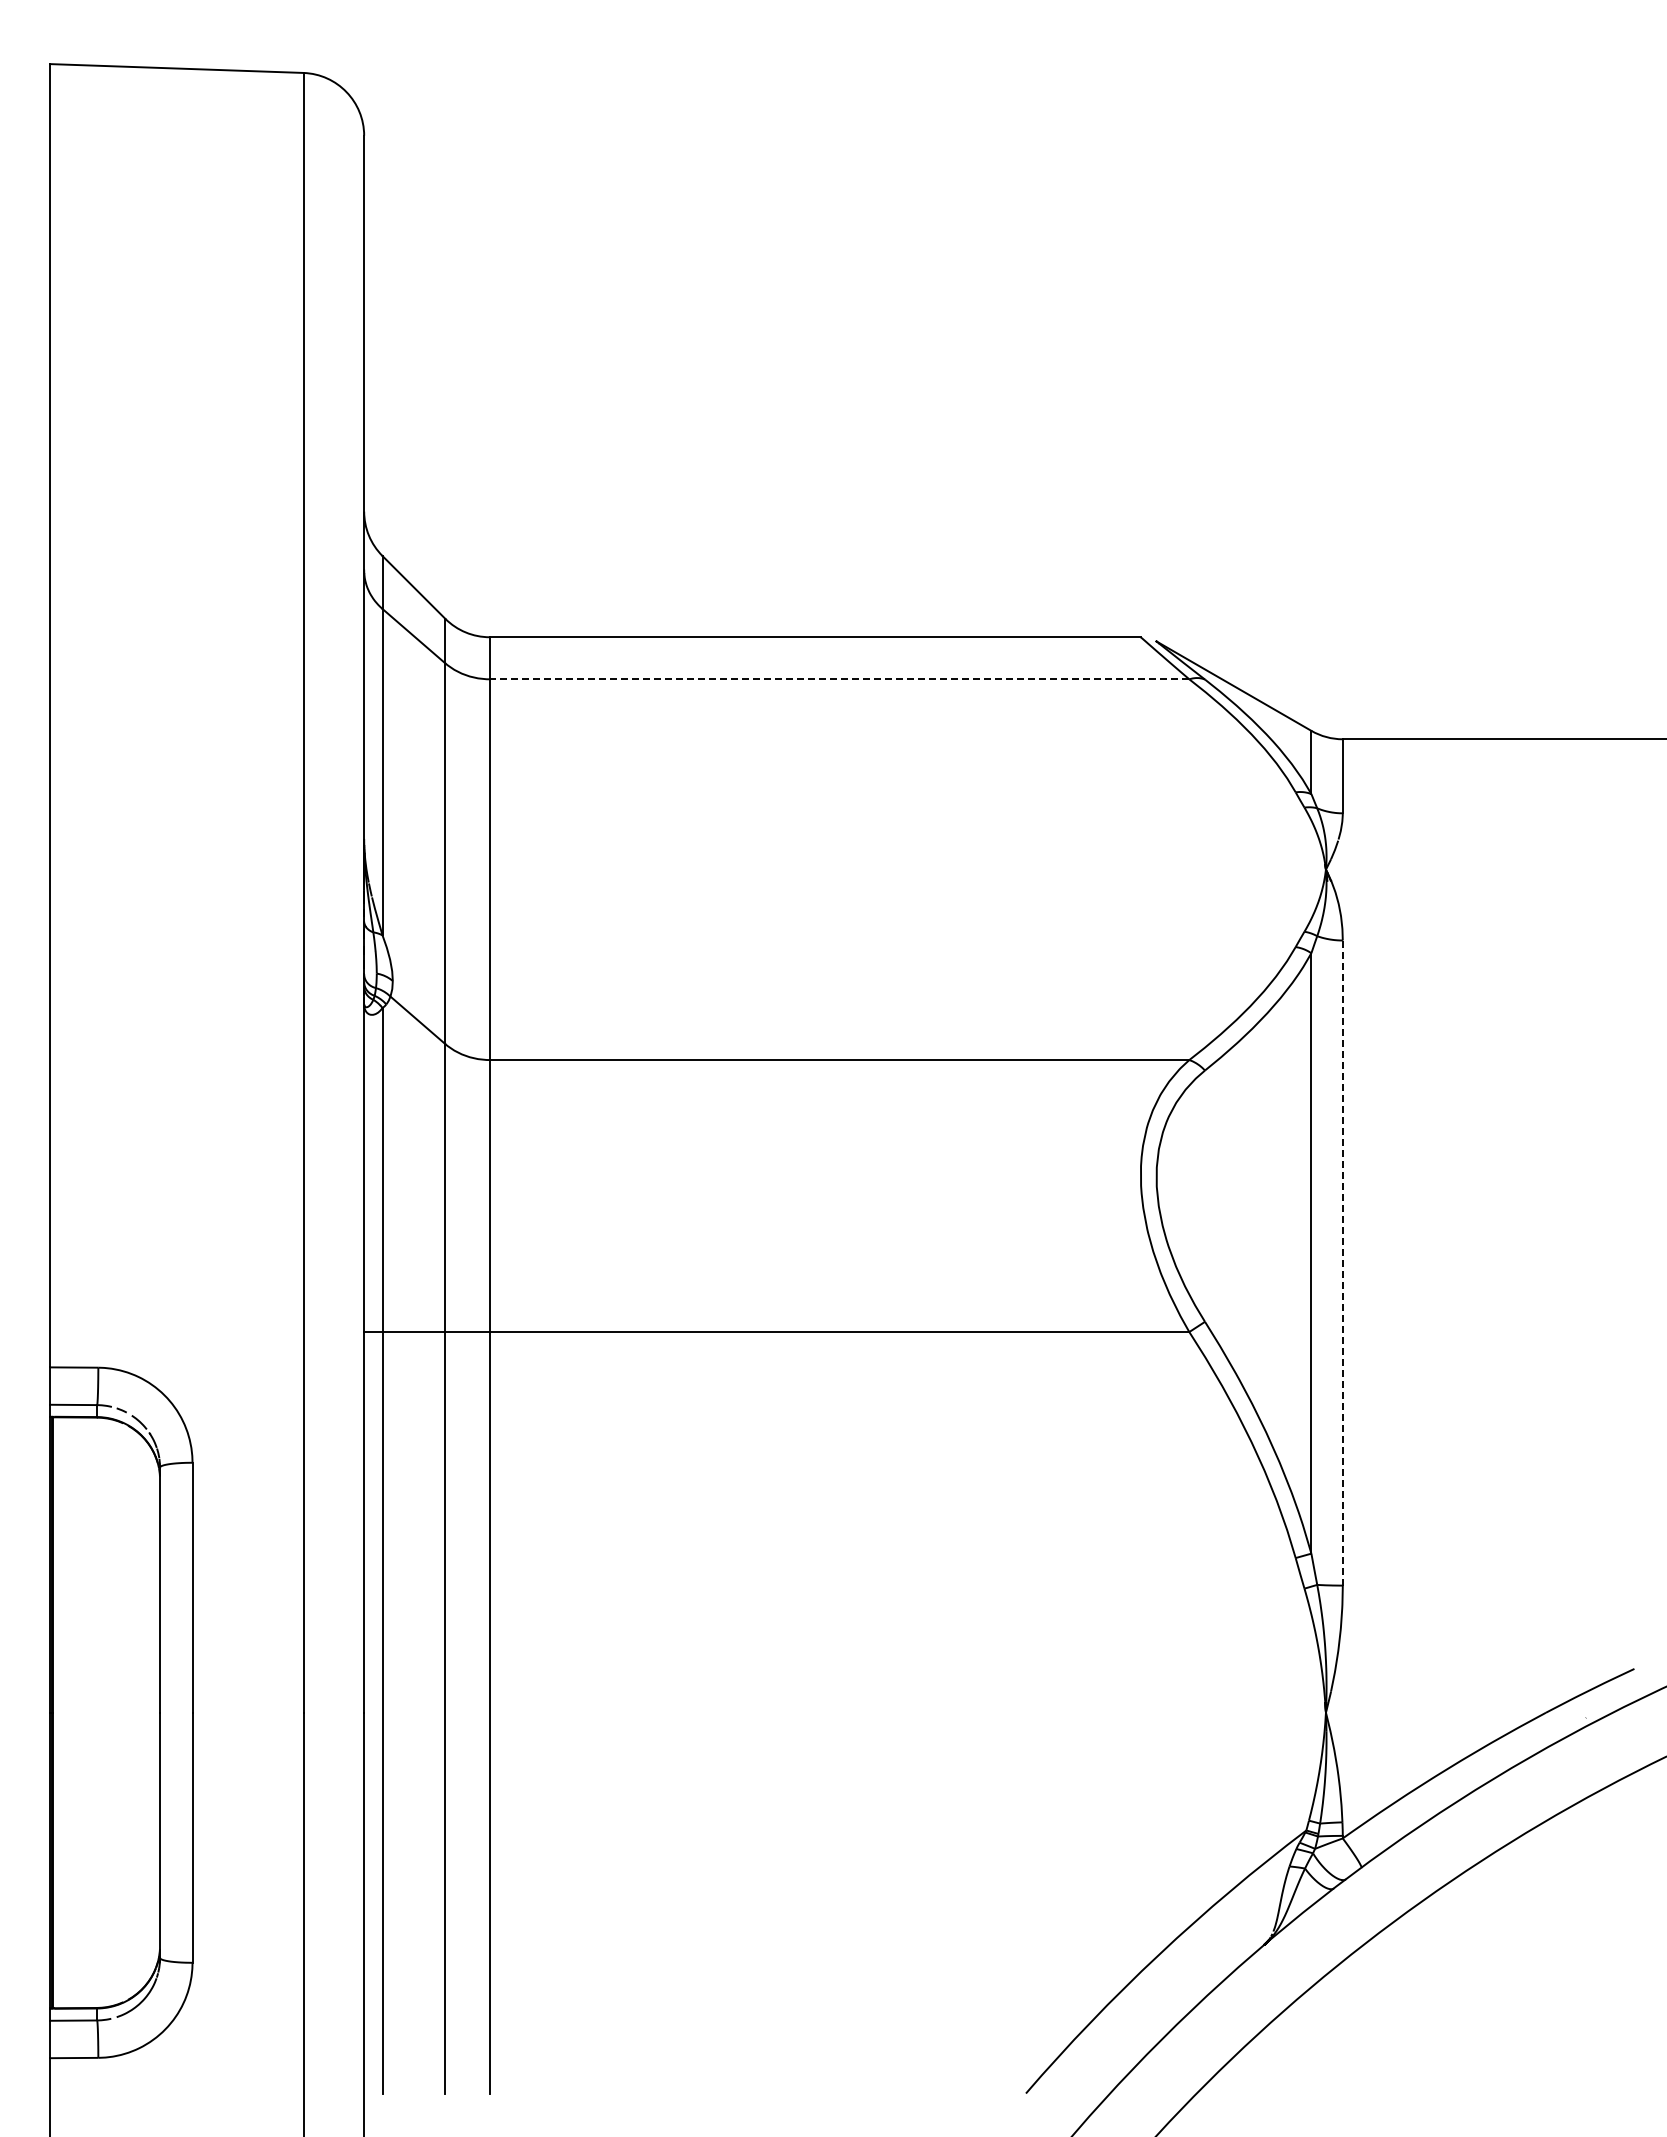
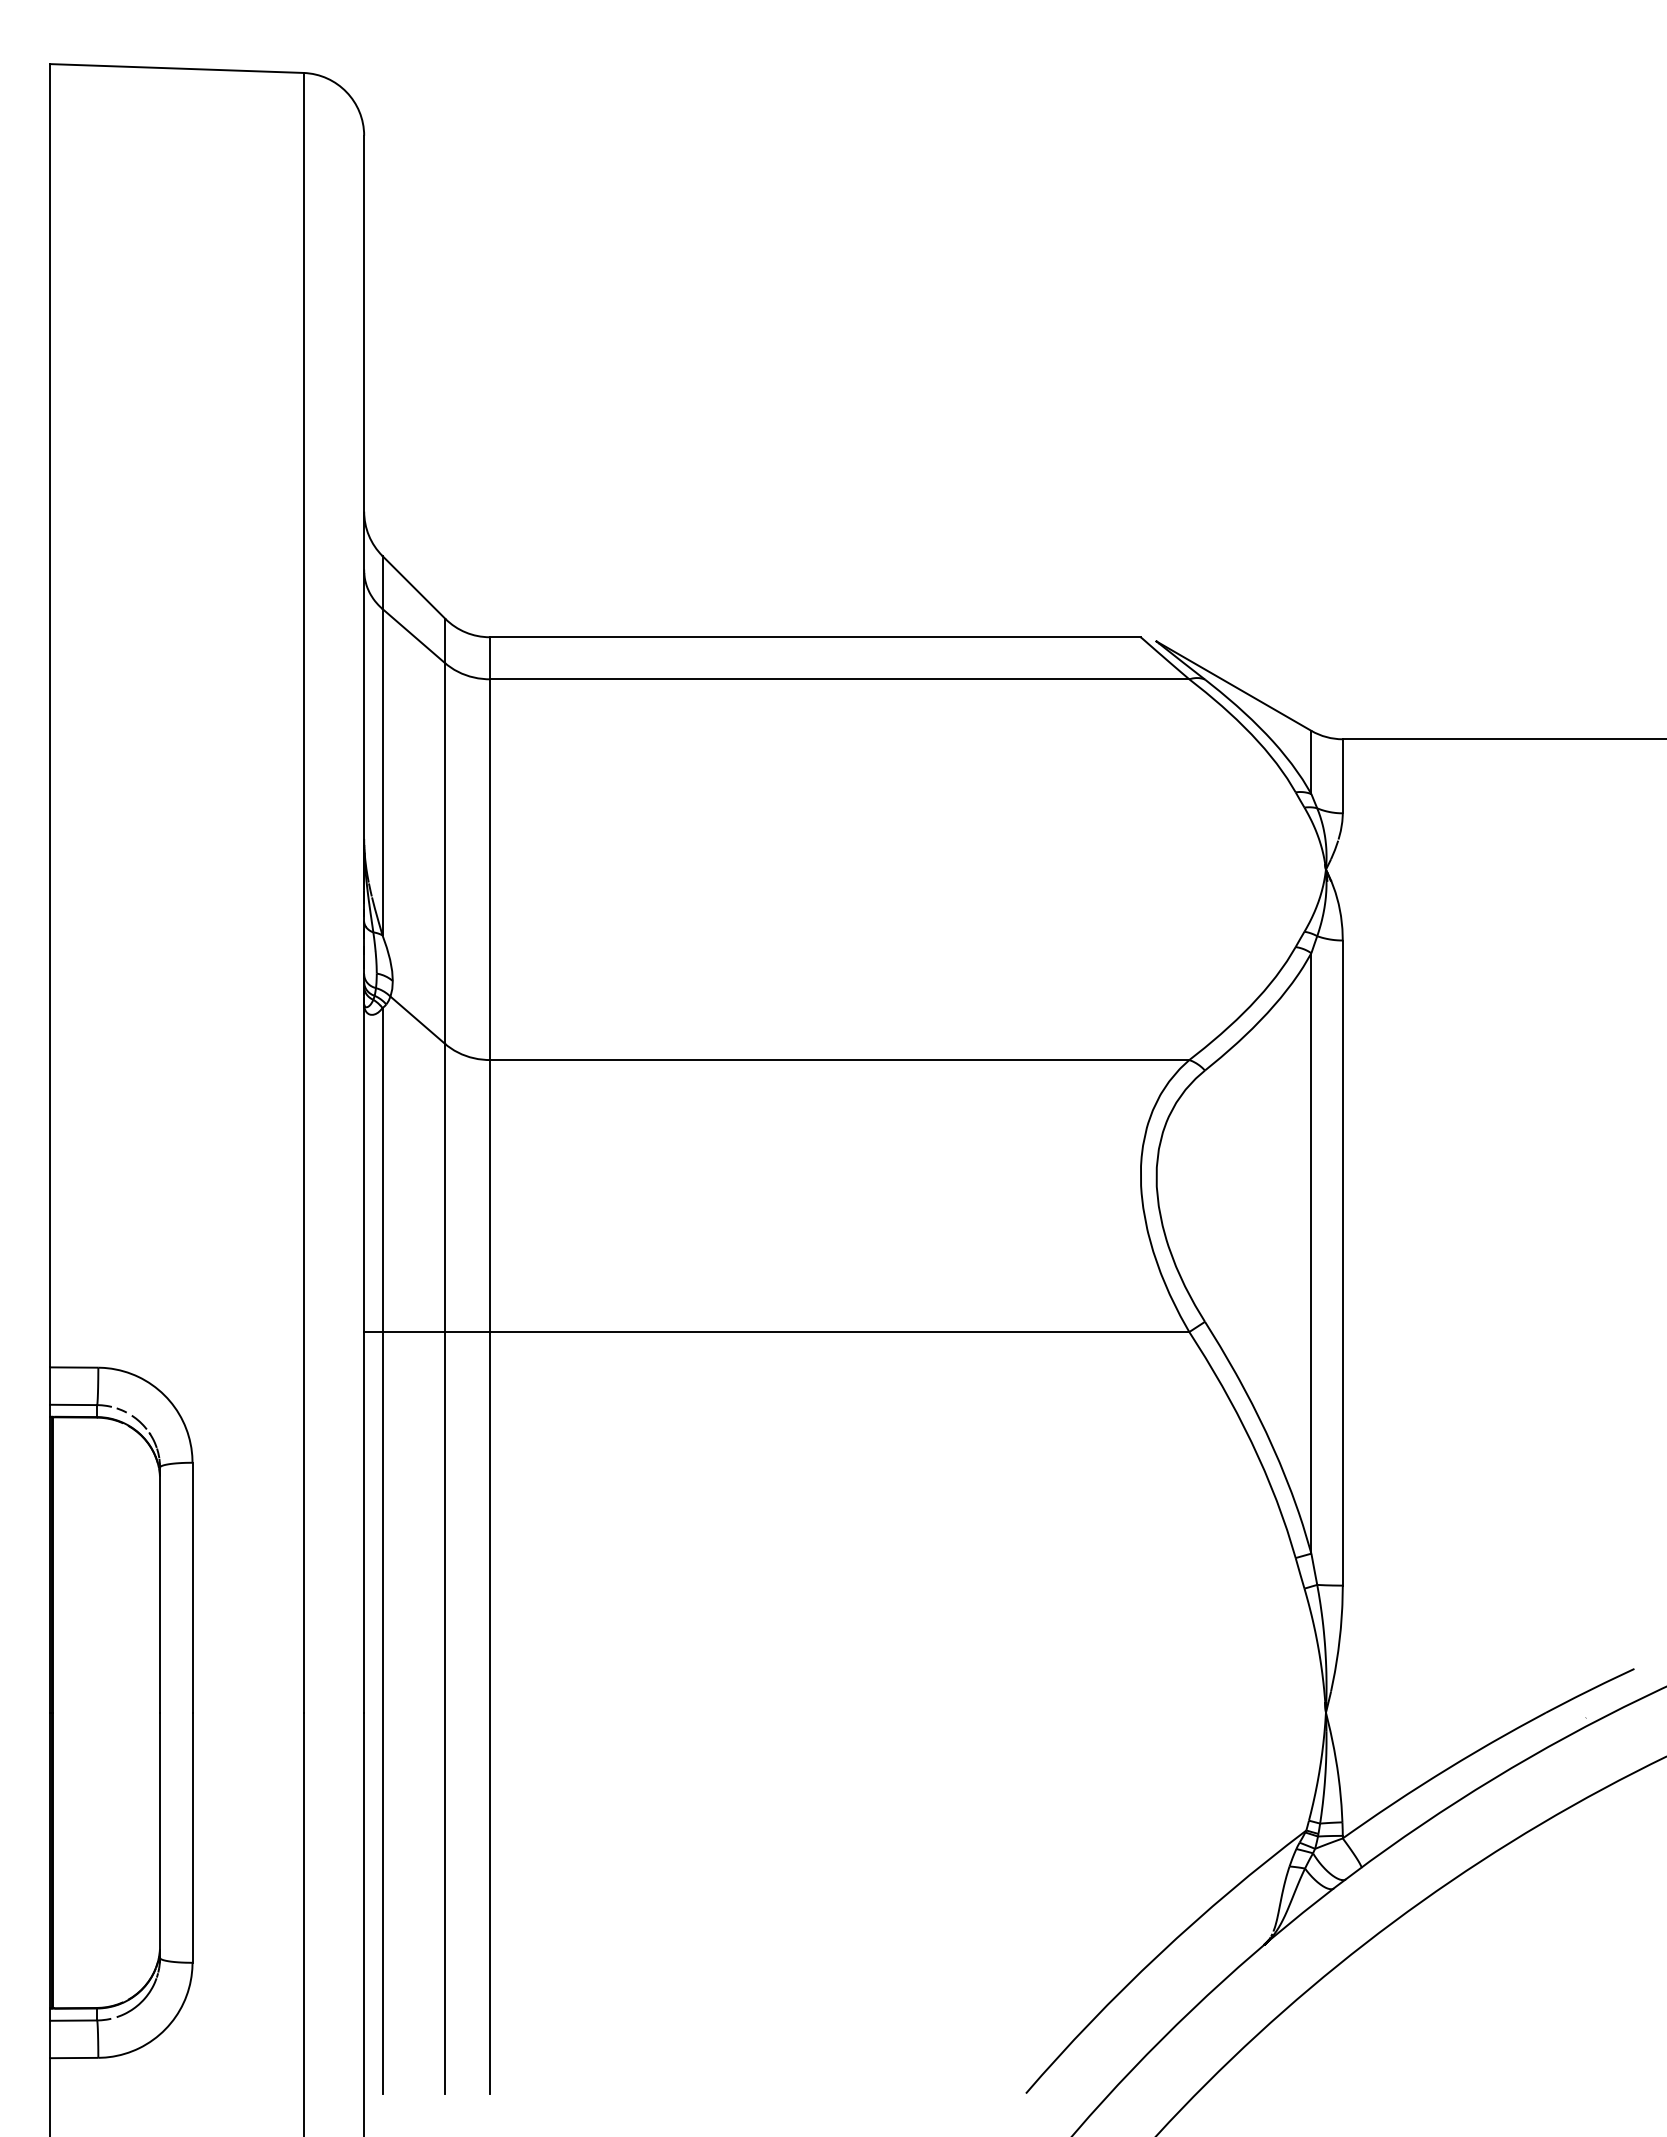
line at (839, 679): dashed -> solid
line at (1342, 1263): dashed -> solid
